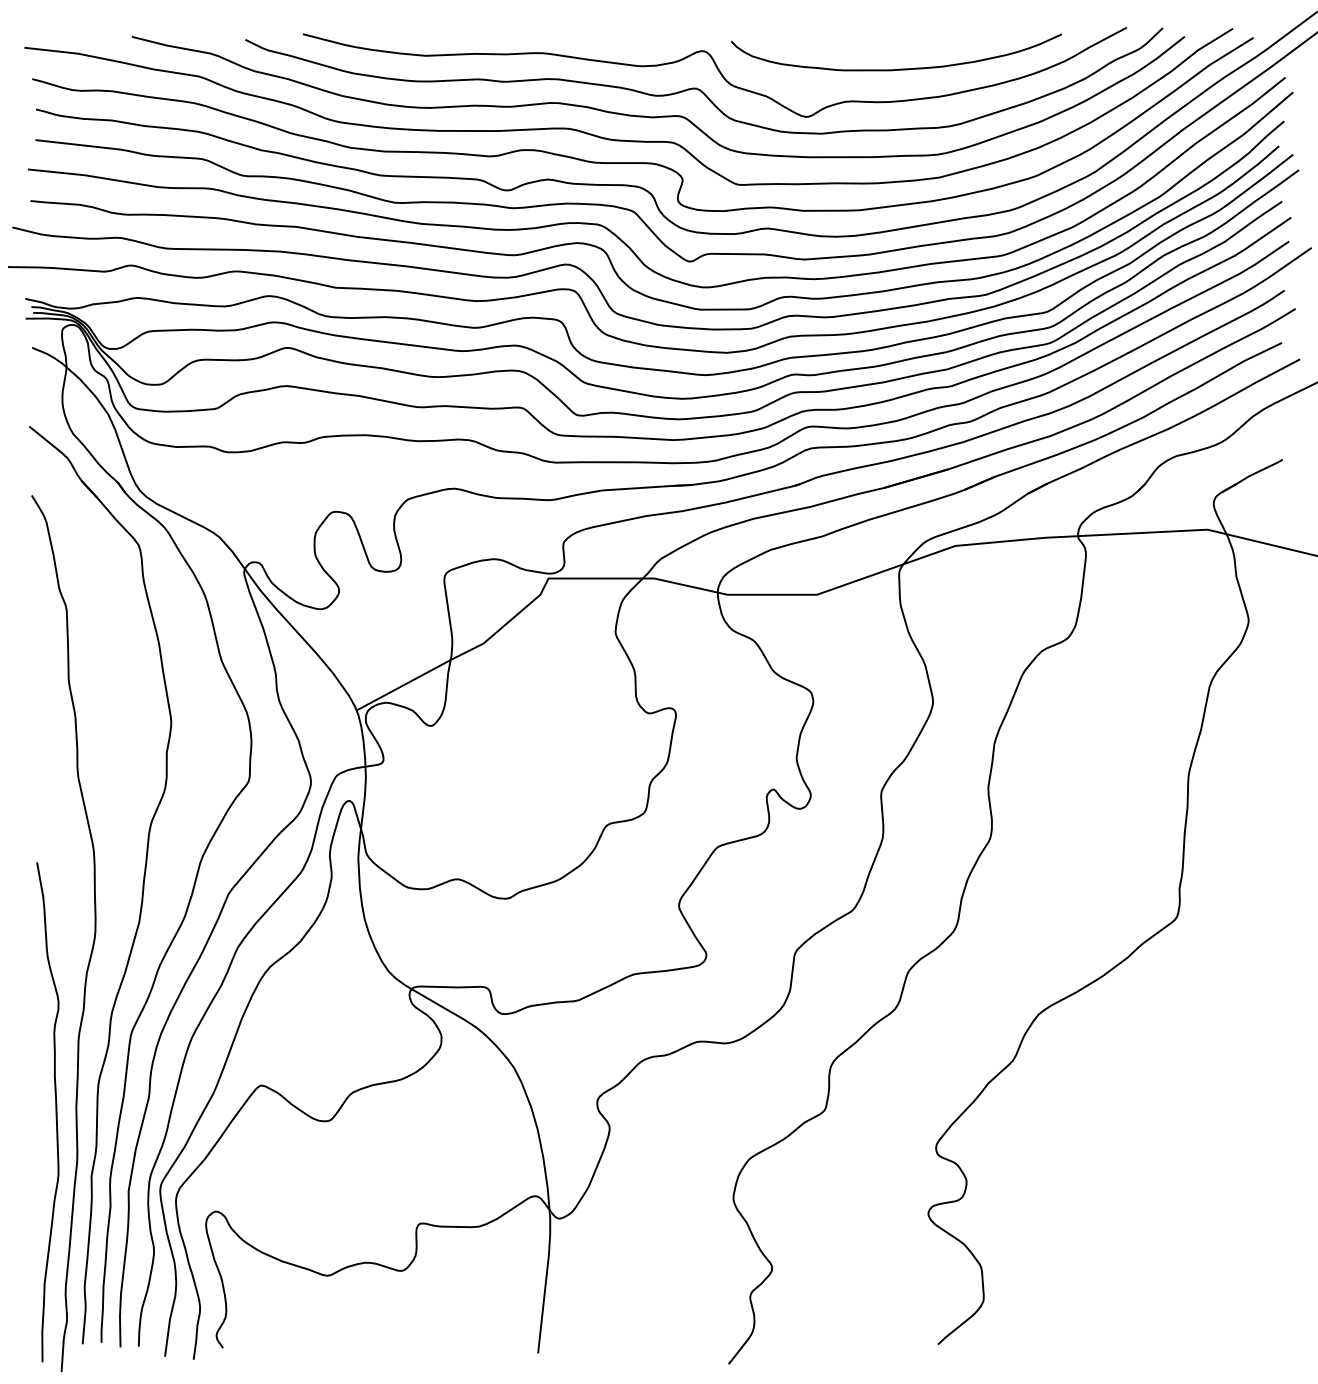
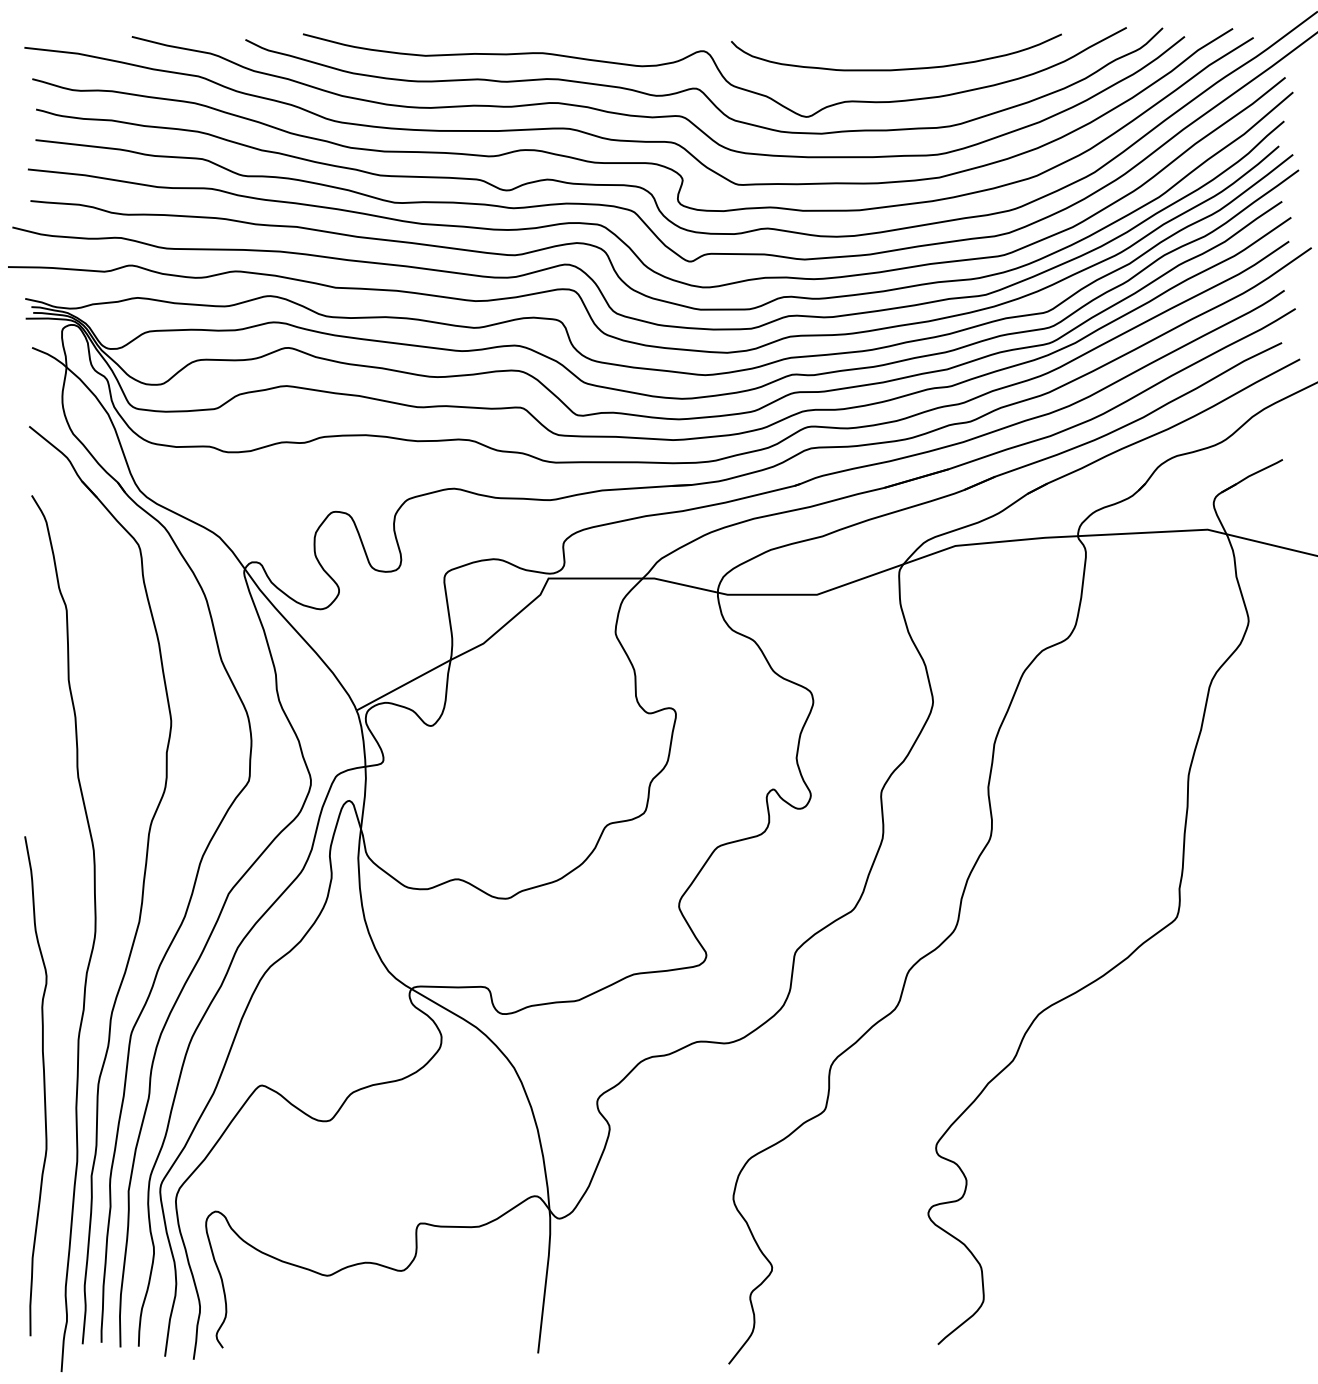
curve at (55, 1112) position: (55, 1112) -> (43, 1086)
